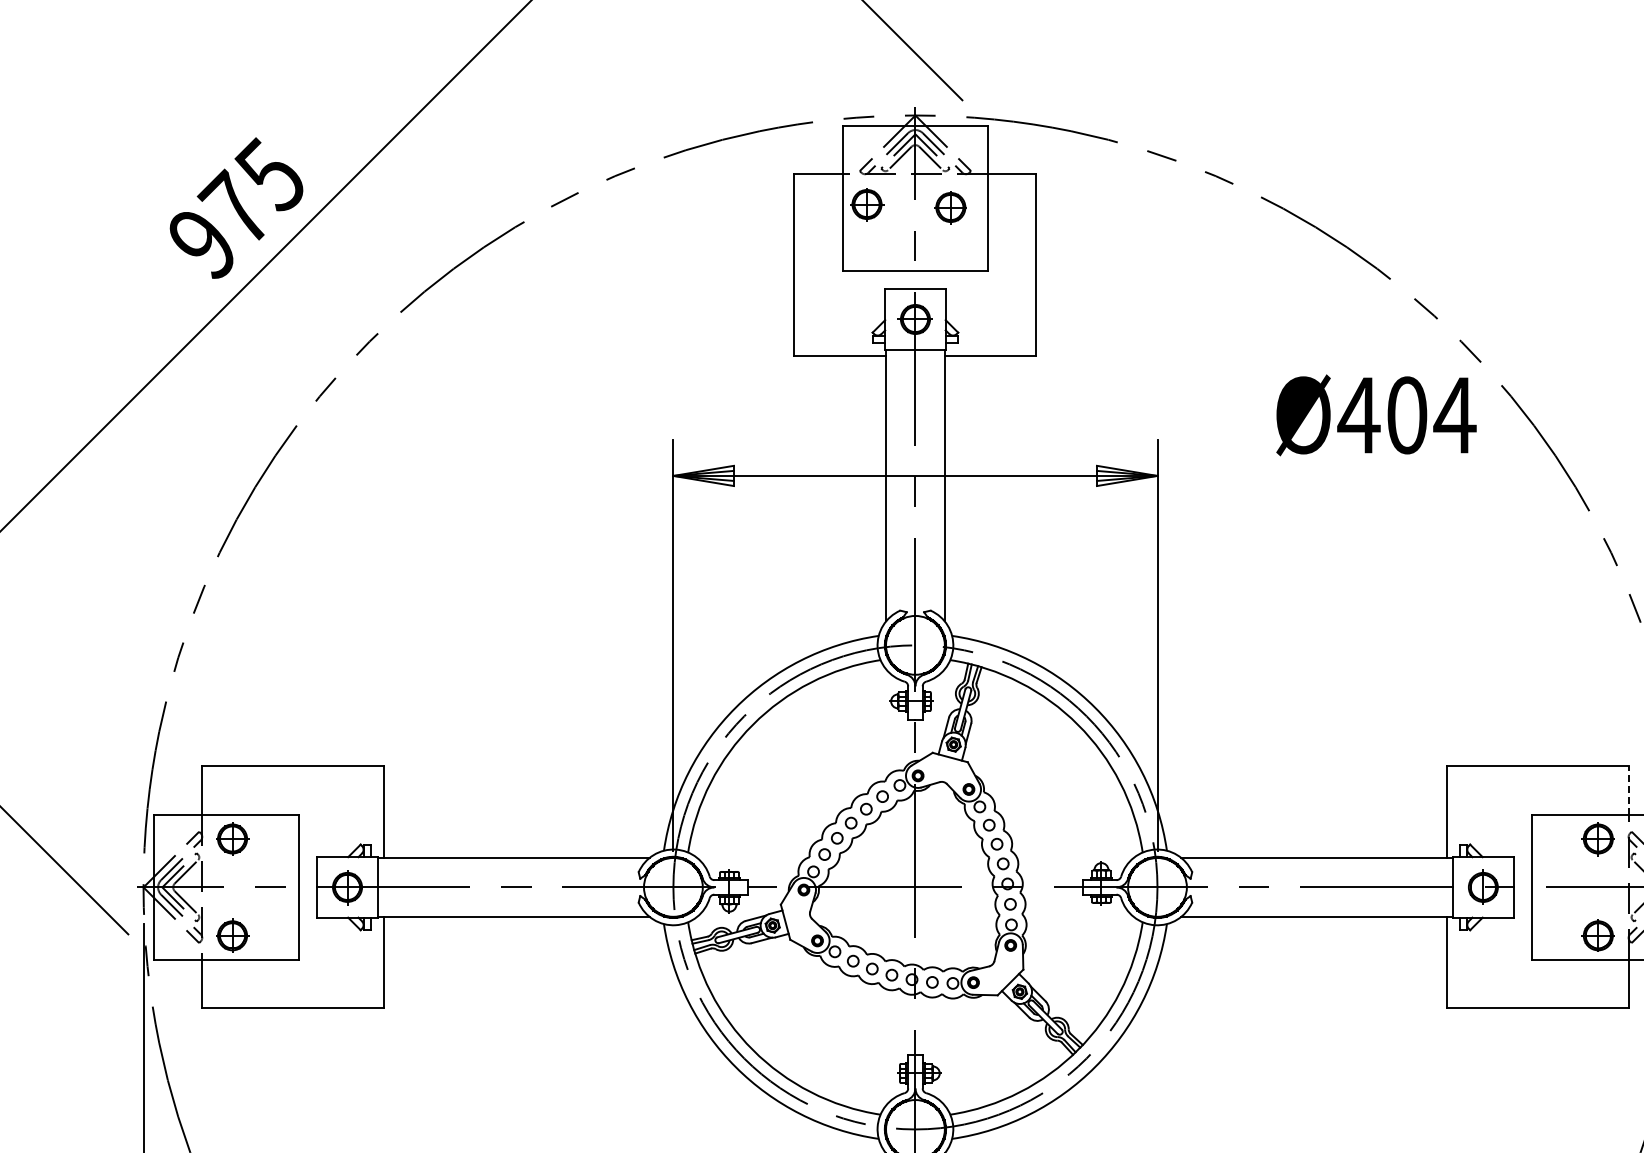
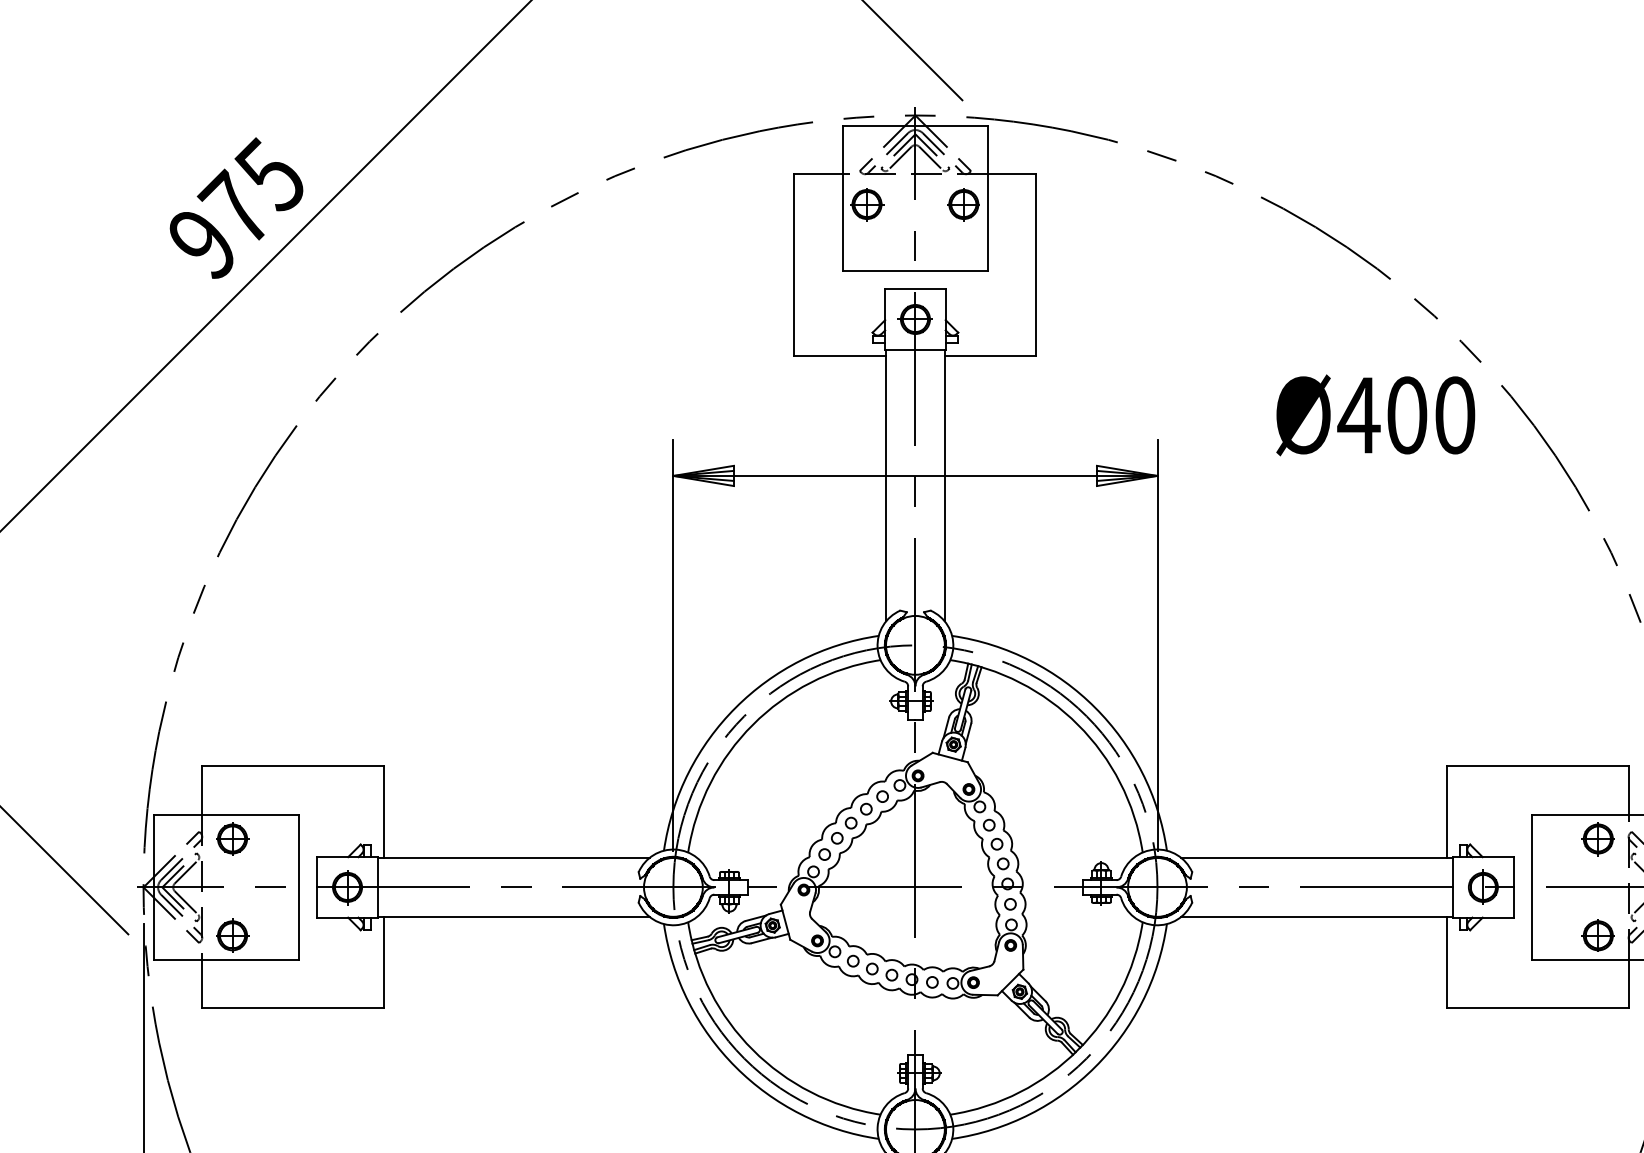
part at (950, 207) position: (950, 207) -> (963, 204)
text at (1454, 415): Ø404 -> Ø400
line at (1628, 790): dashed -> solid
